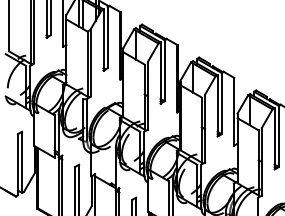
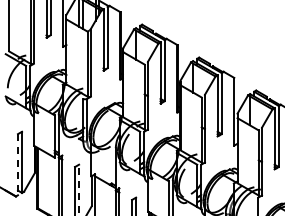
line at (17, 164): solid -> dashed
line at (79, 190): solid -> dashed
